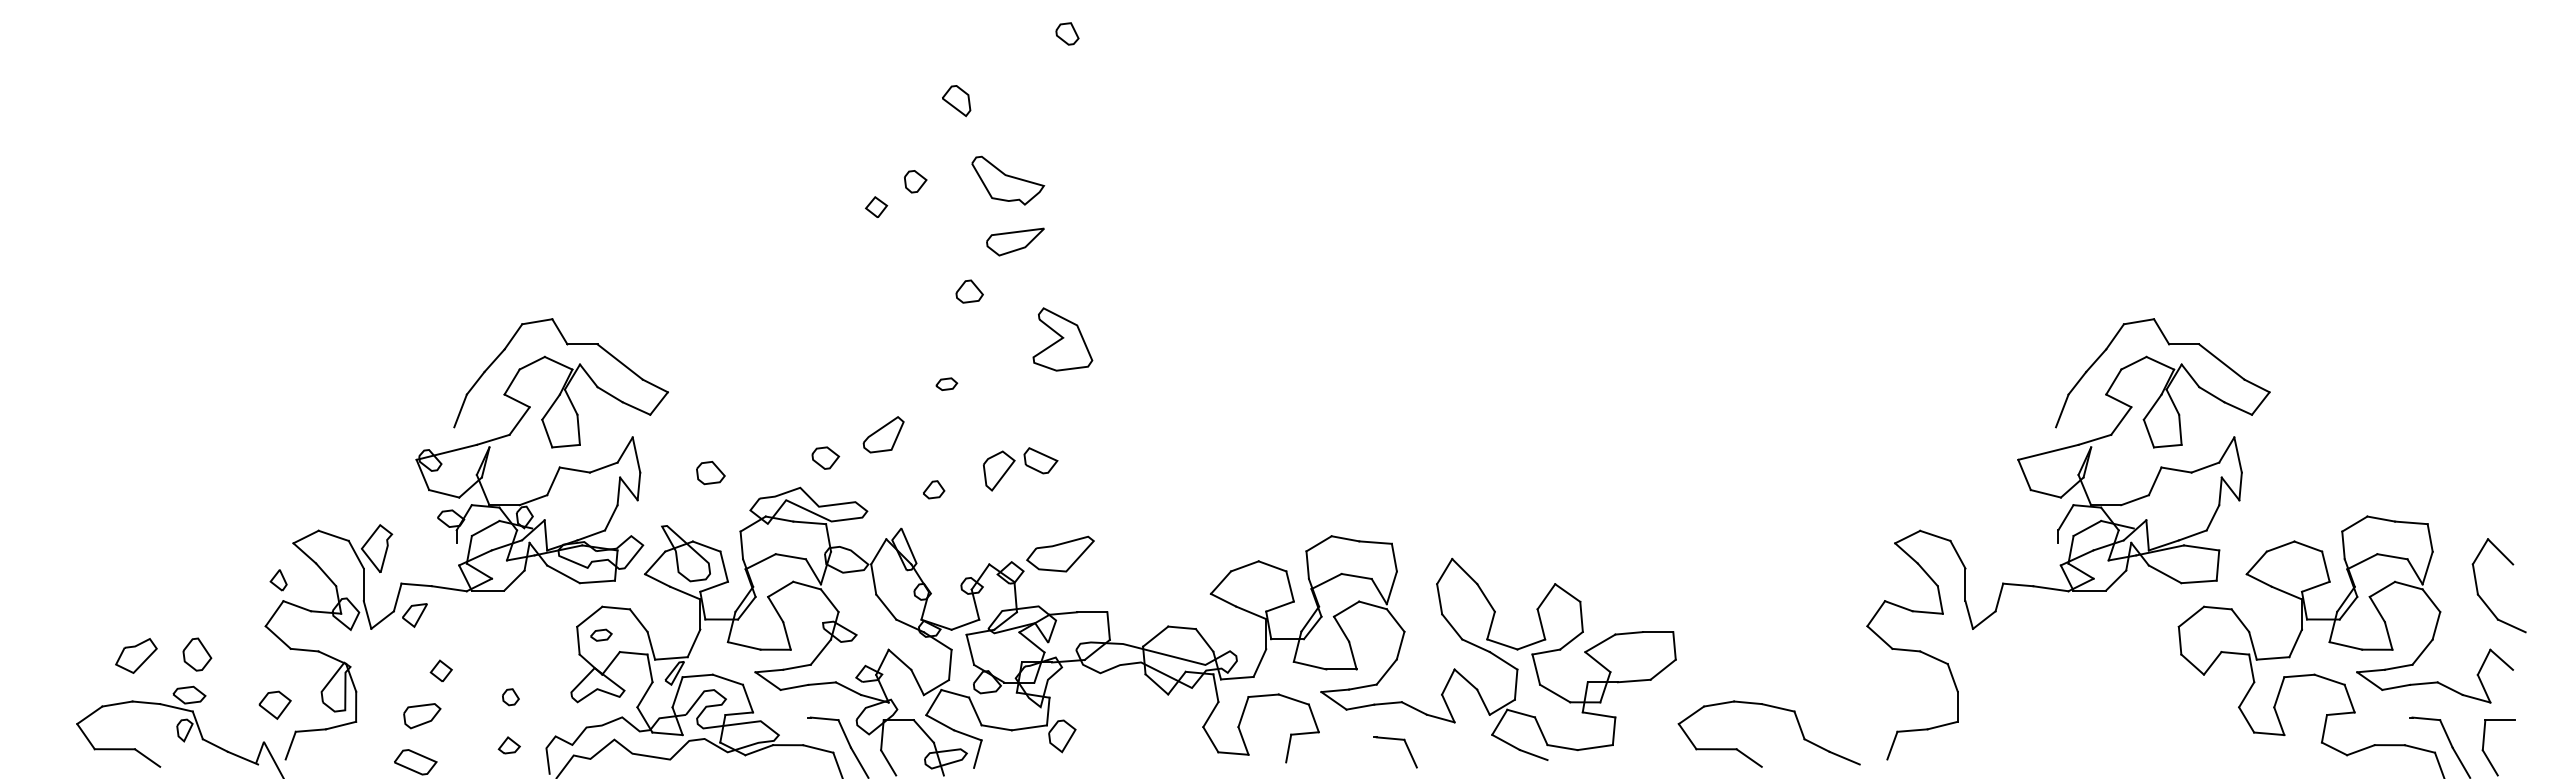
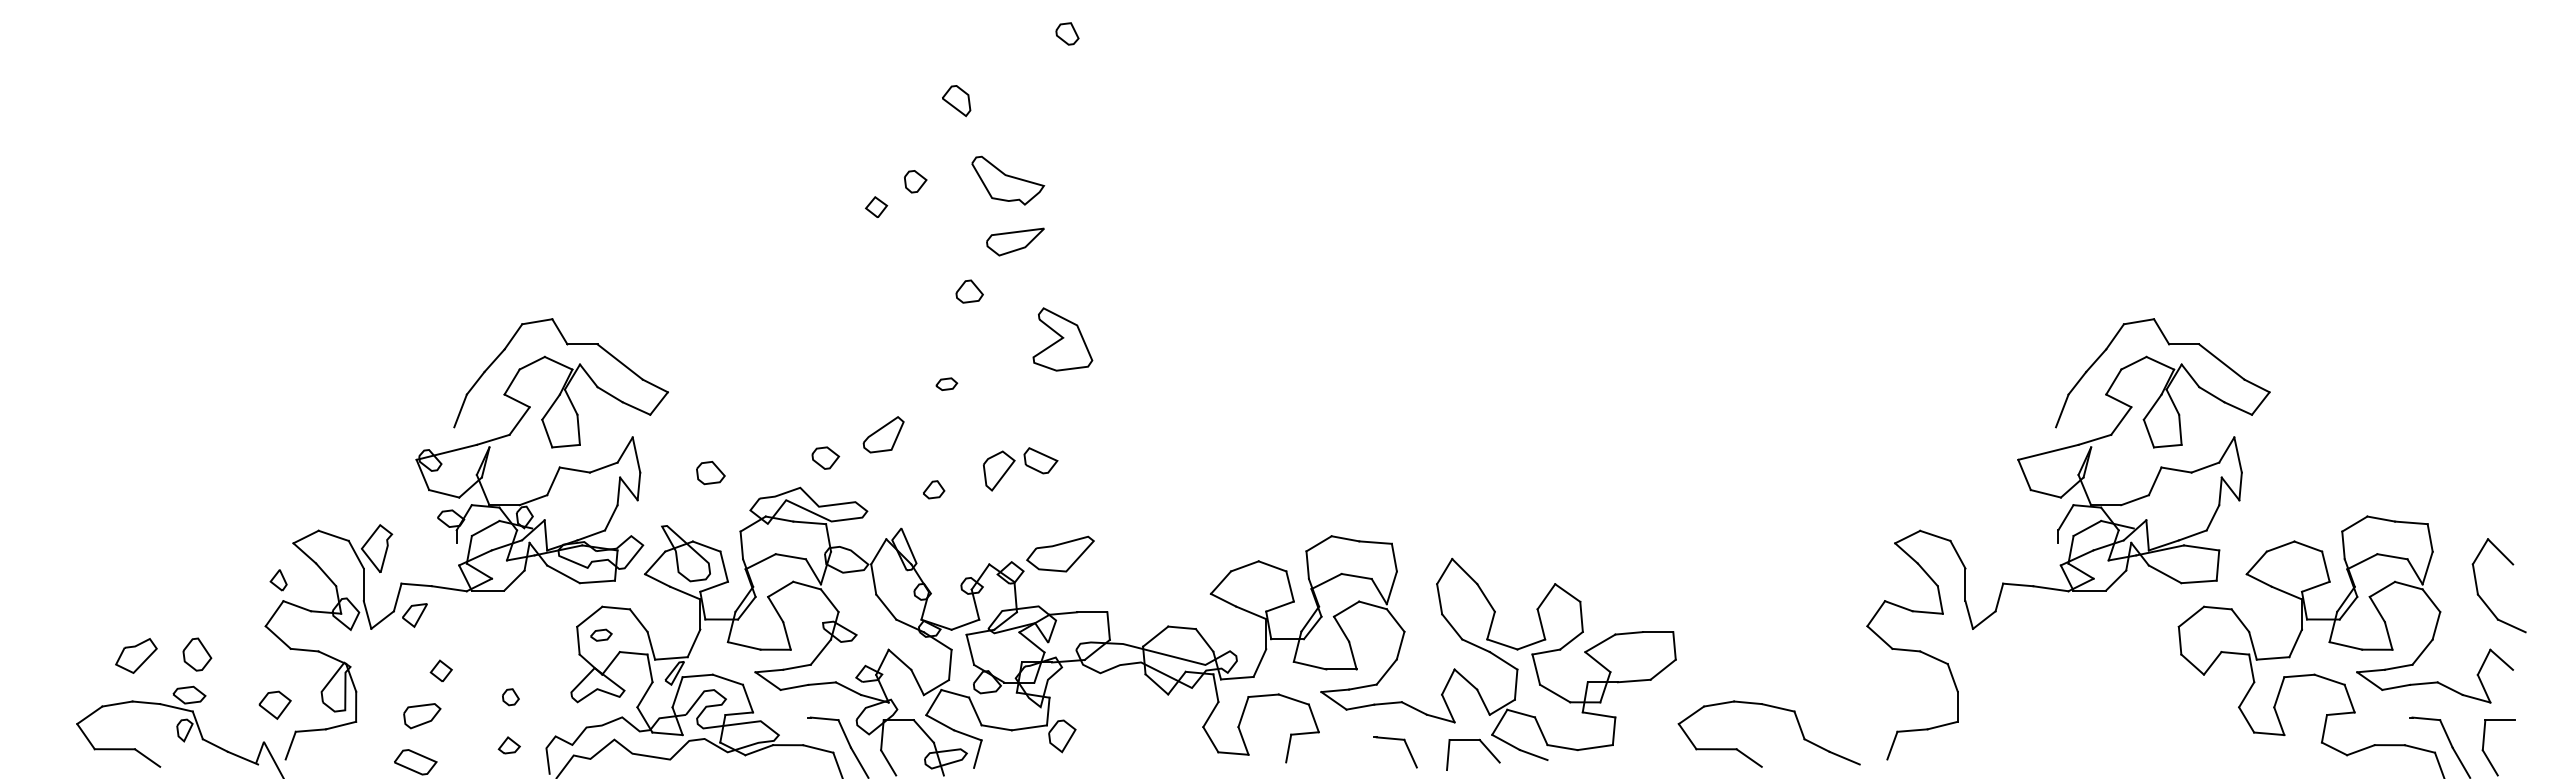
part at (1482, 744): none -> present
